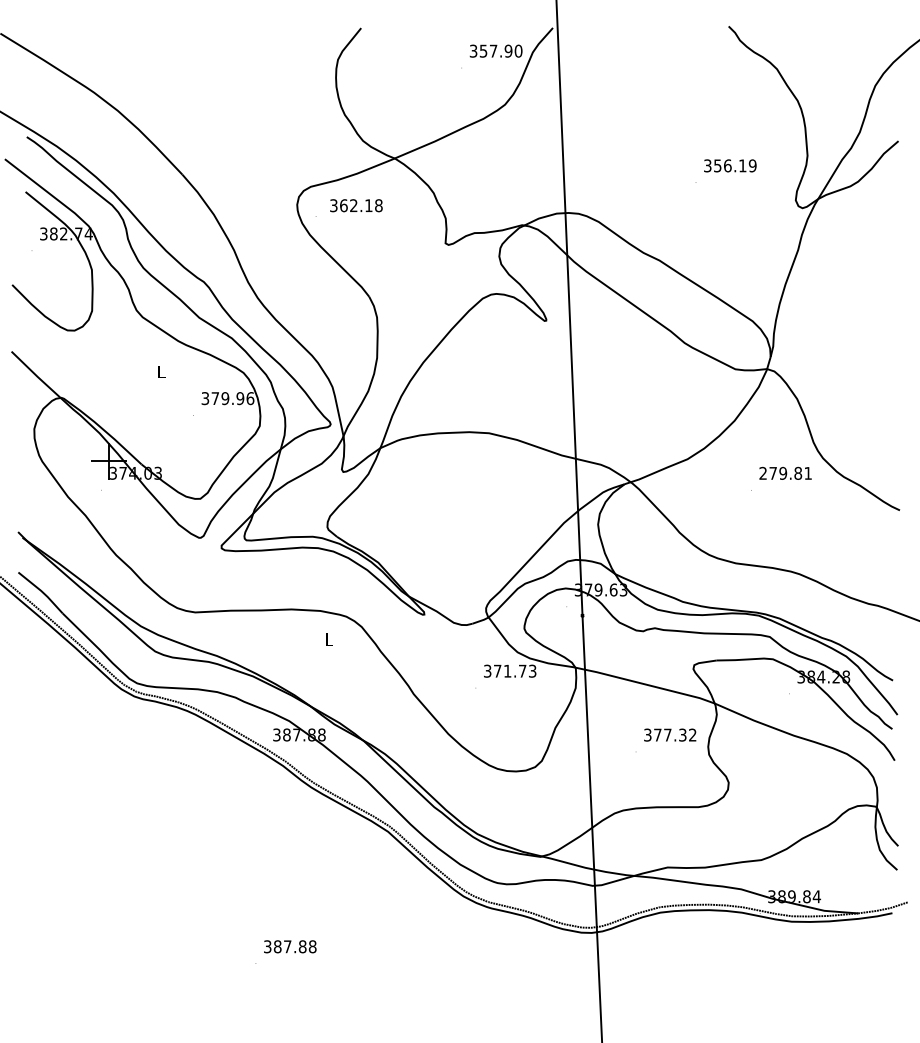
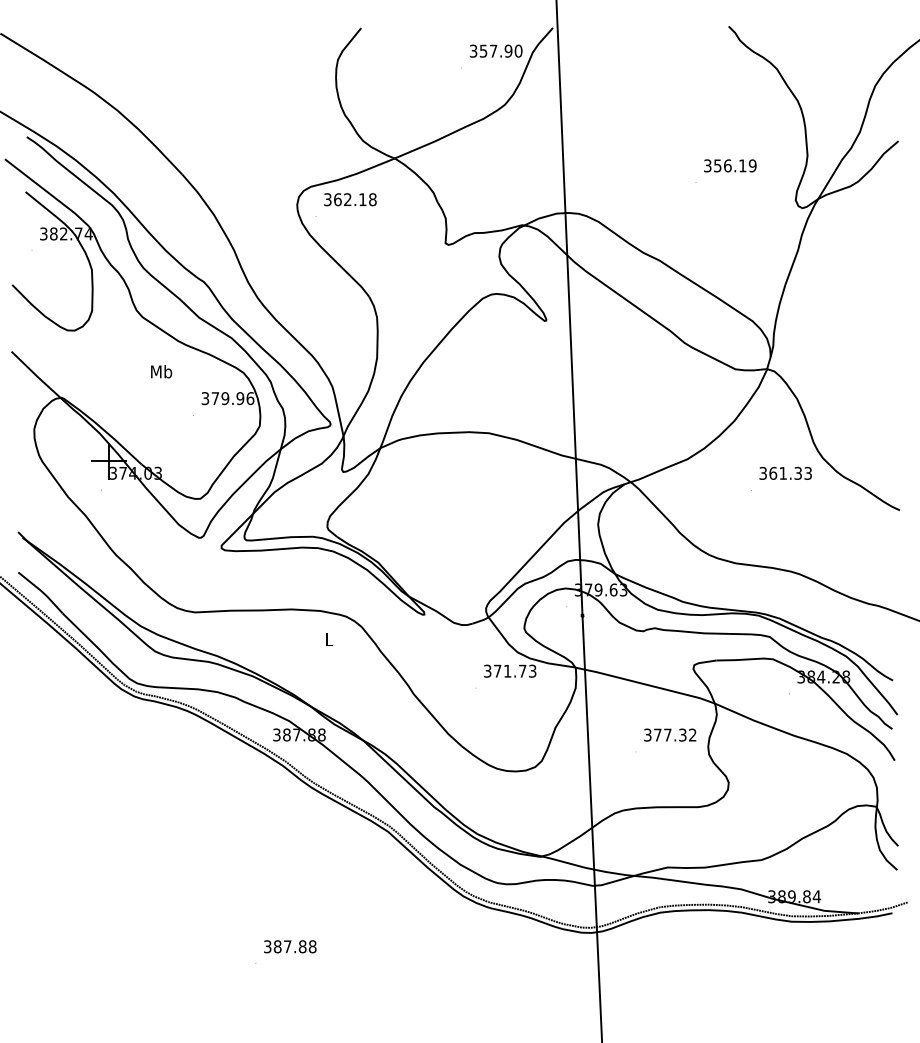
text at (356, 205) position: (356, 205) -> (350, 199)
text at (161, 371): L -> Mb
text at (785, 472): 279.81 -> 361.33
